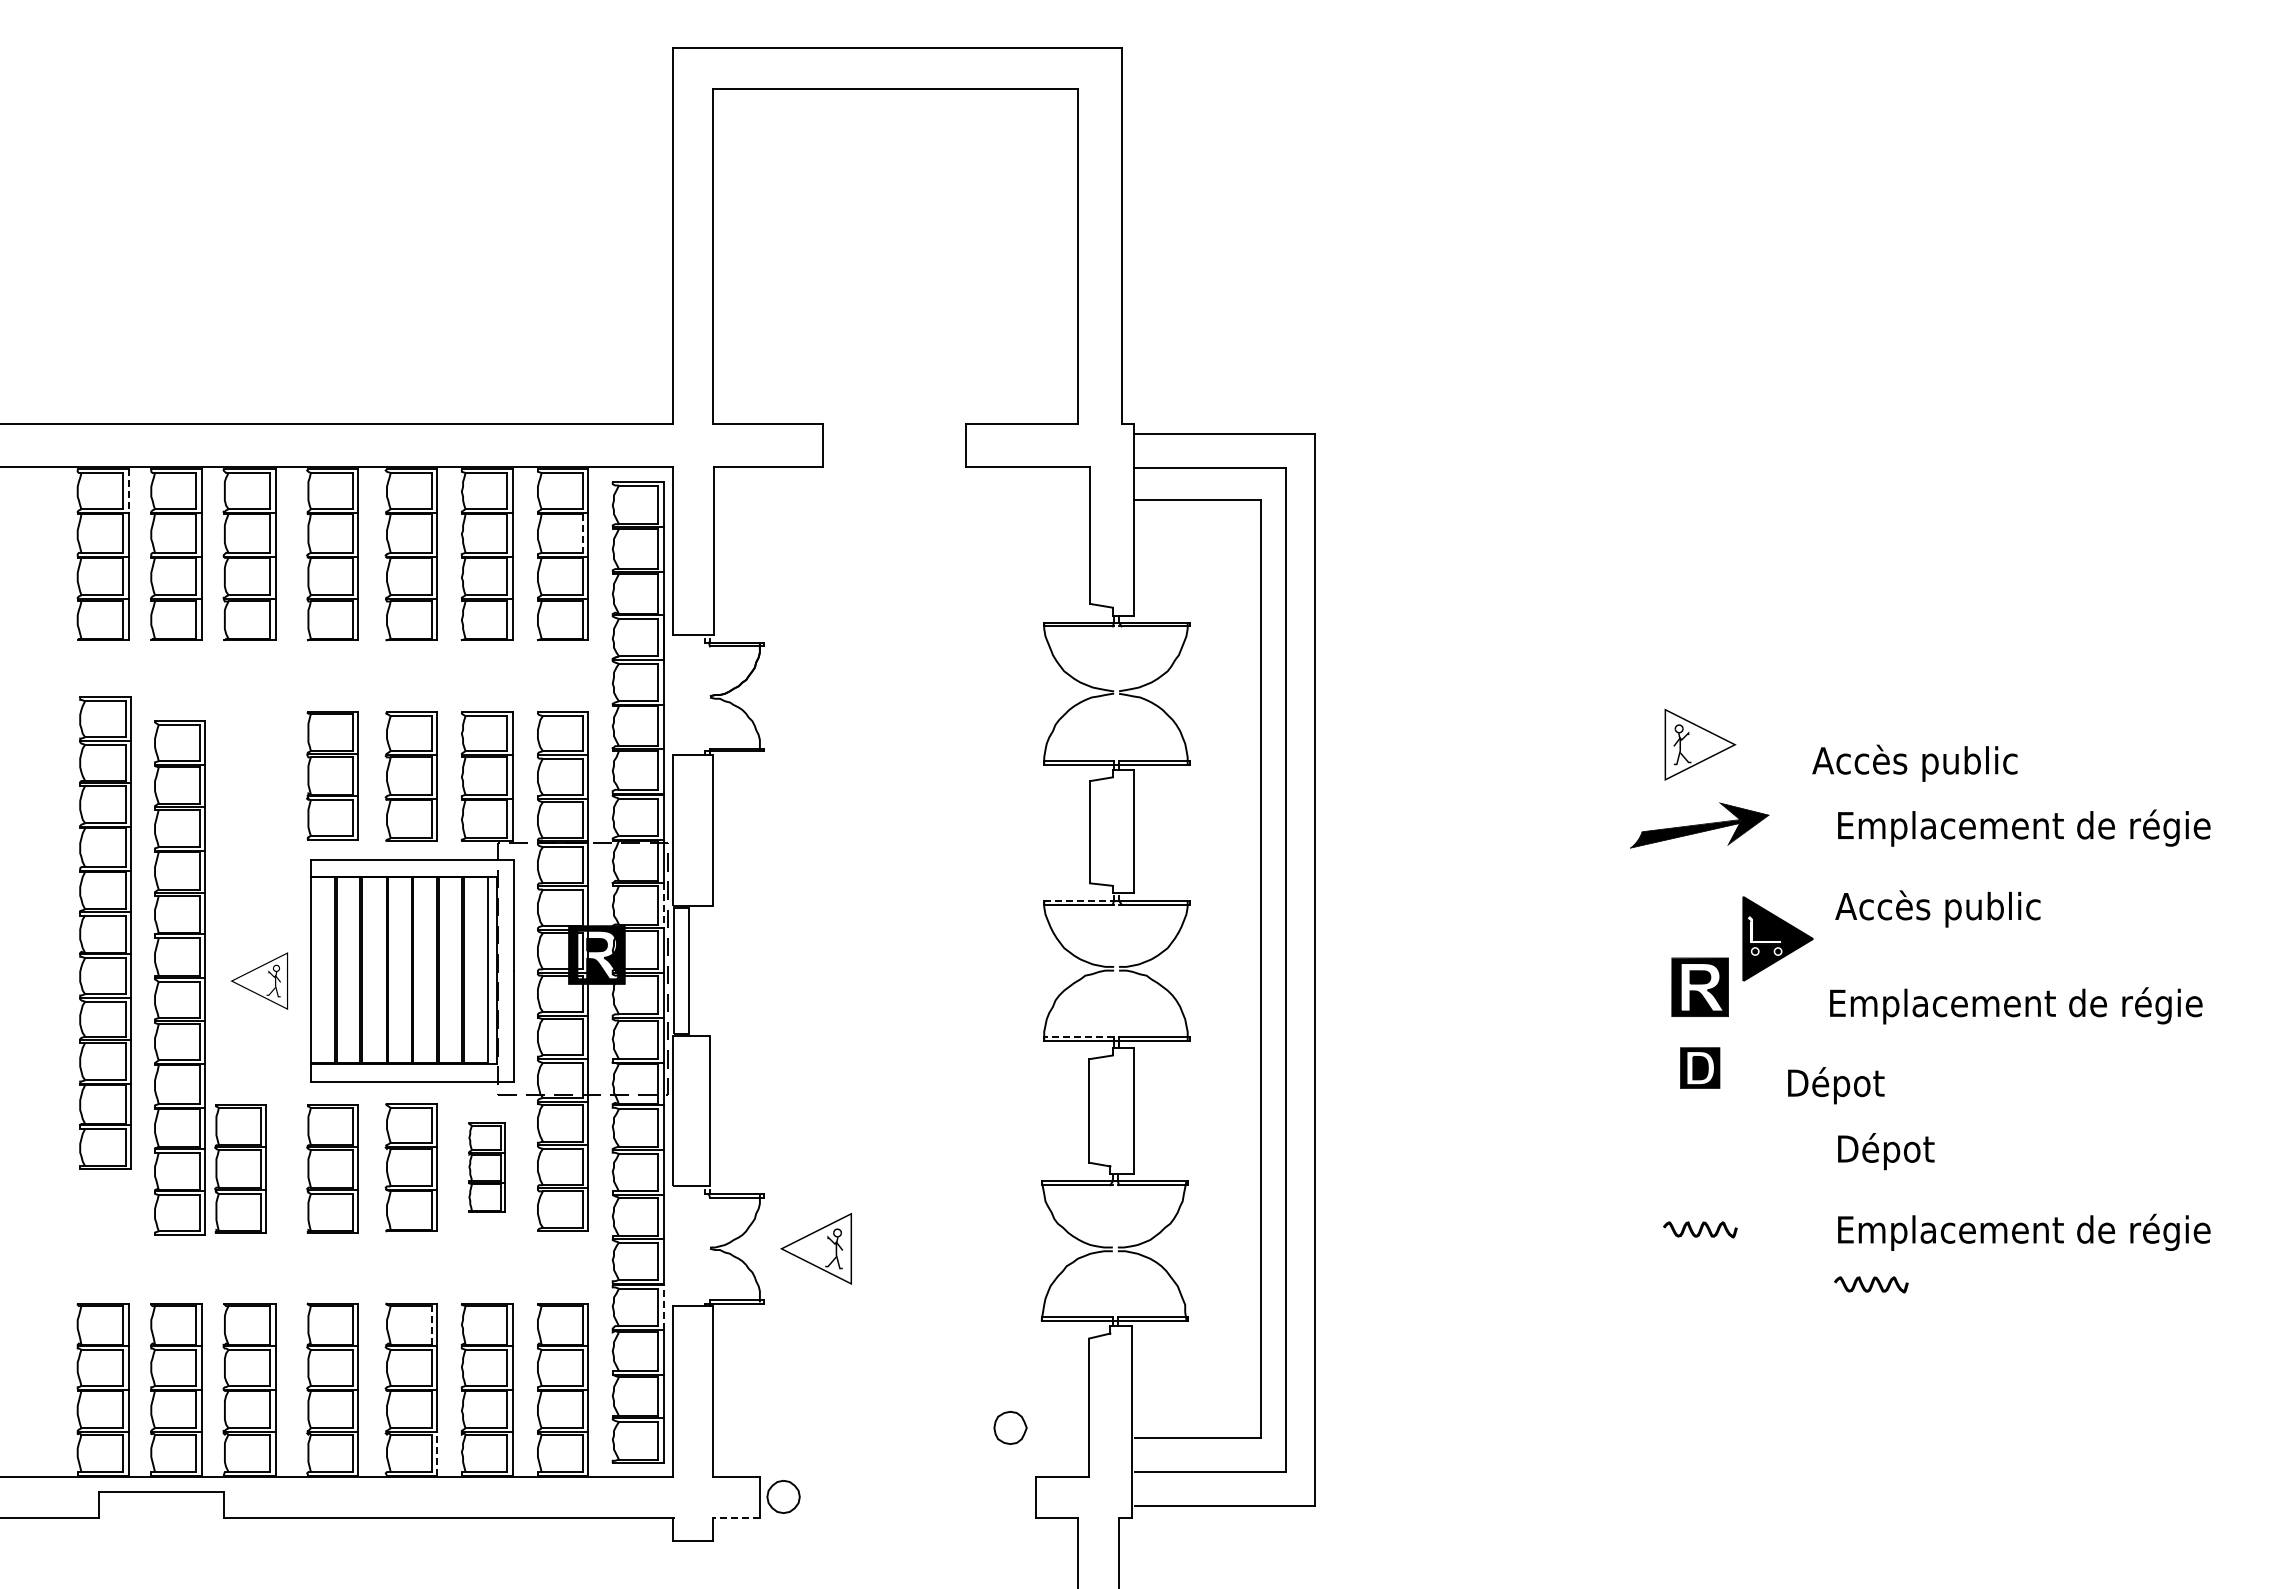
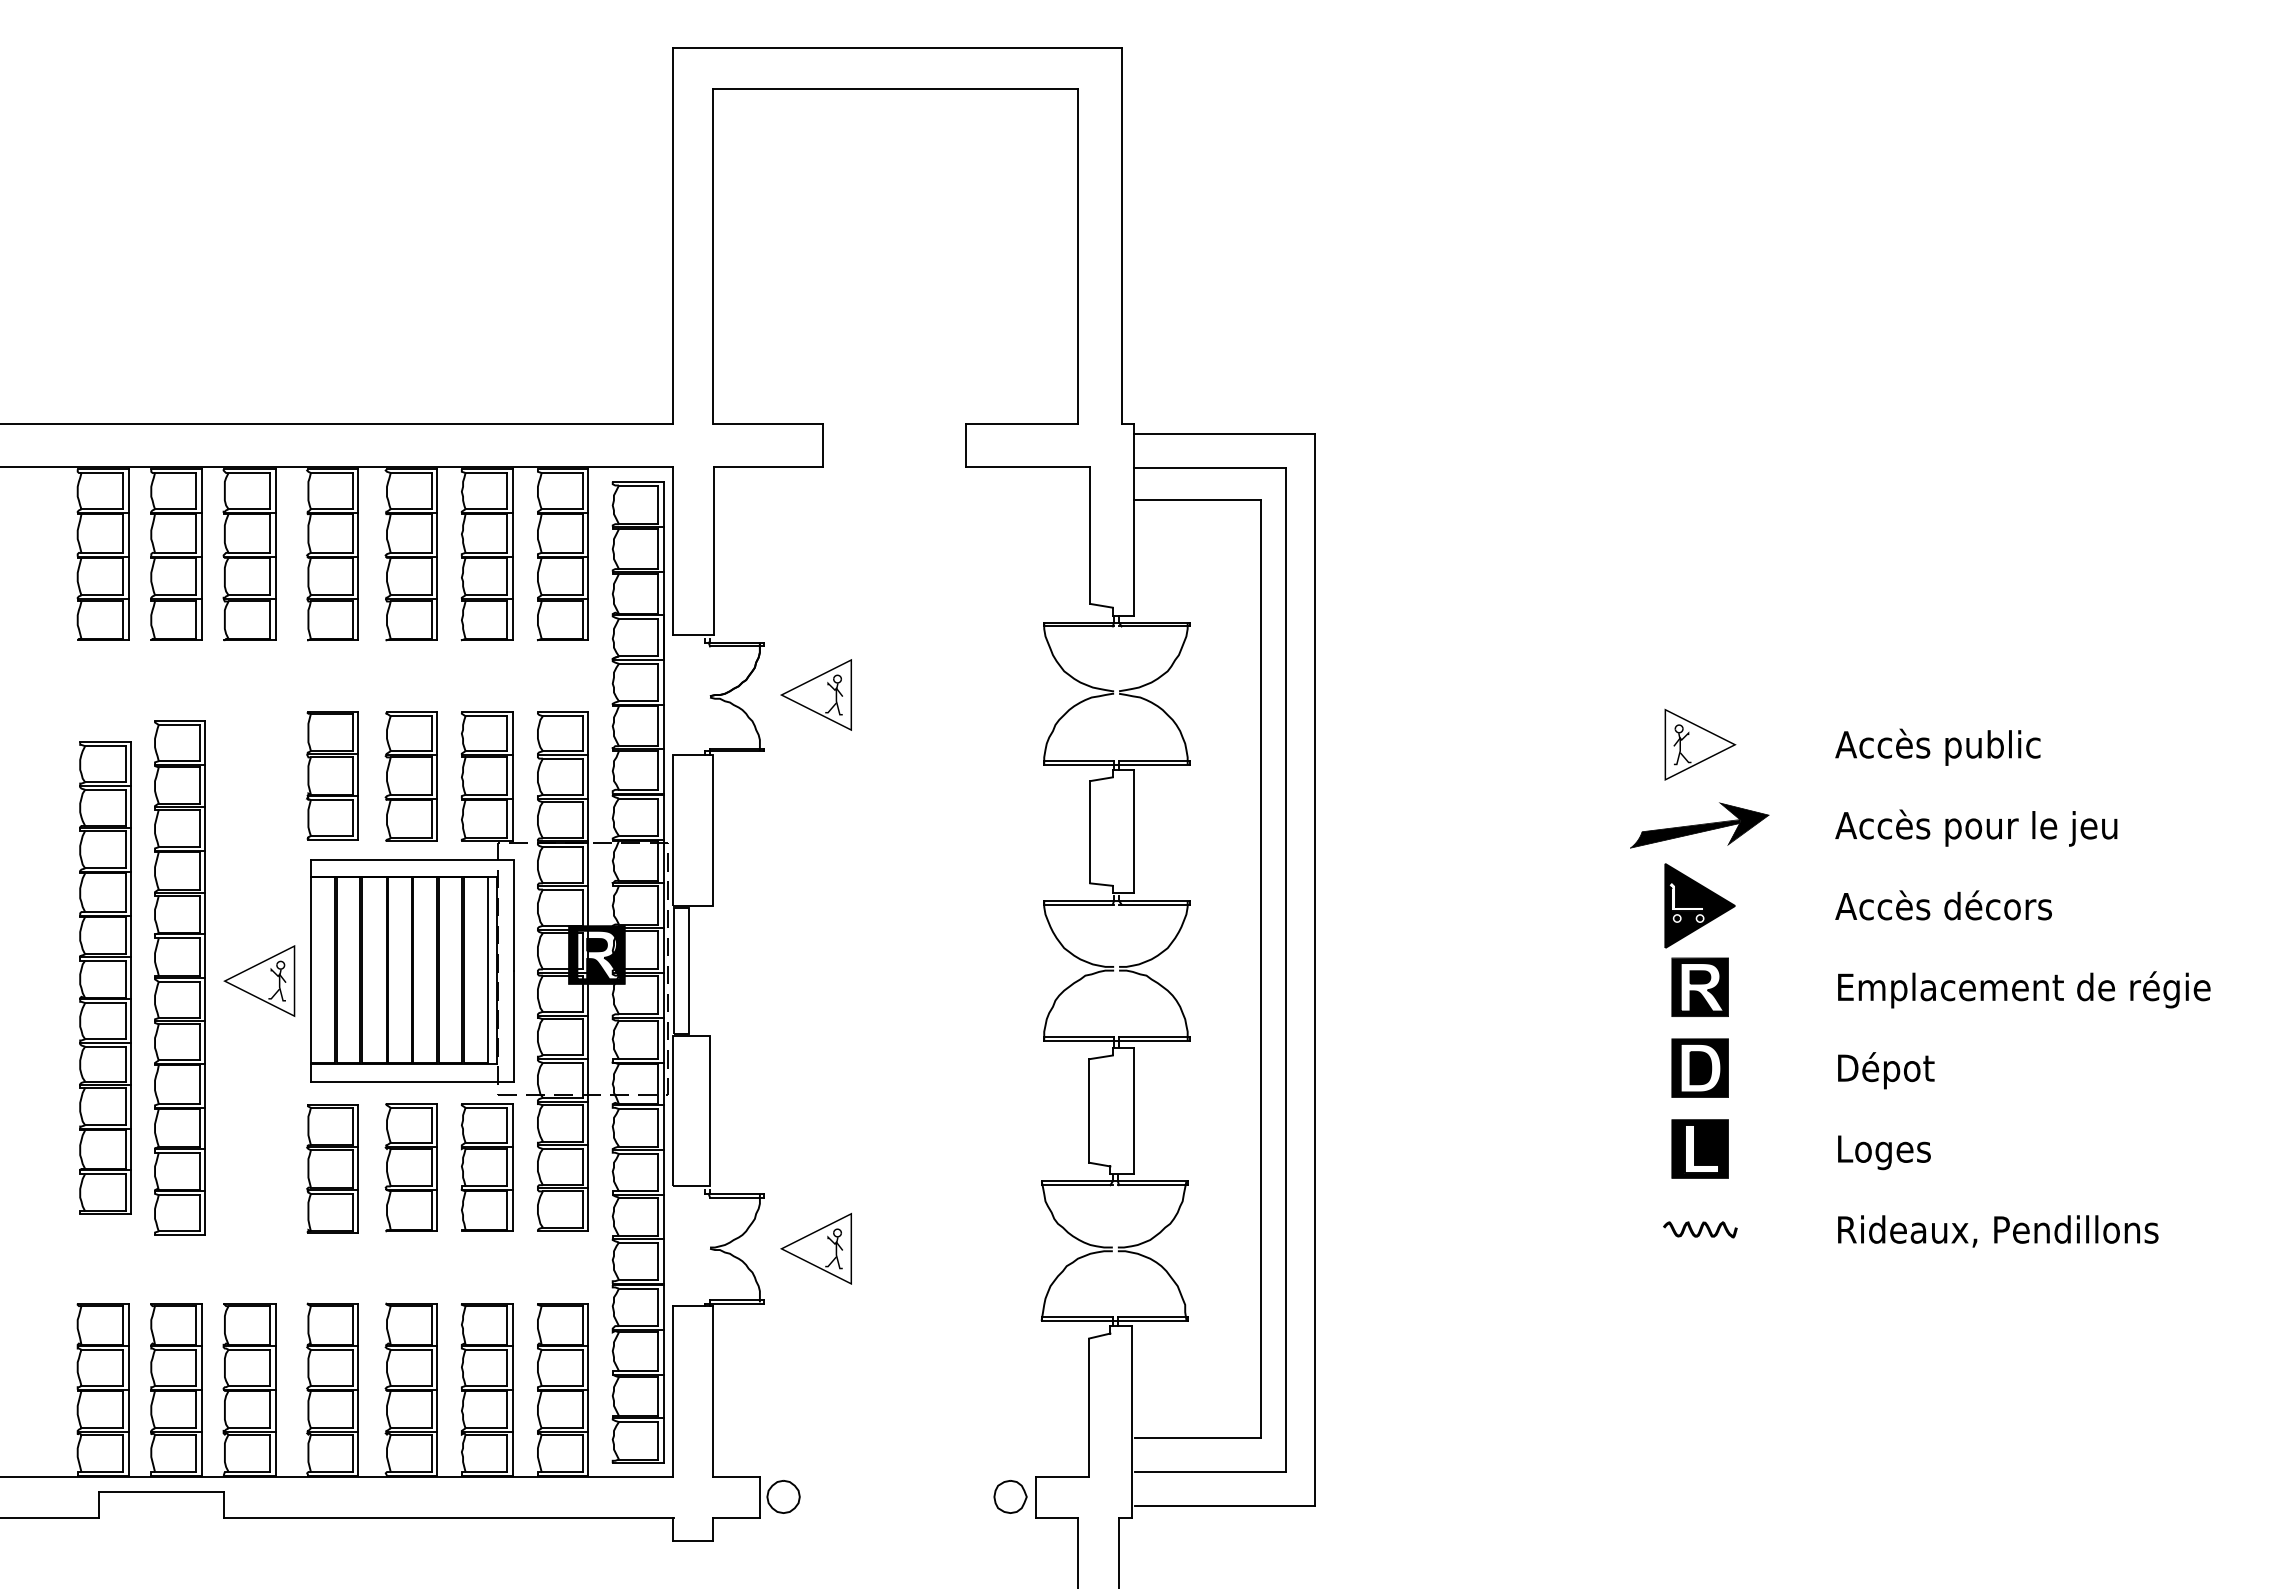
line at (128, 491): dashed -> solid
line at (582, 534): dashed -> solid
part at (815, 694): none -> present
text at (1914, 762) position: (1914, 762) -> (1937, 746)
text at (2022, 827): Emplacement de régie -> Accès pour le jeu
line at (1079, 900): dashed -> solid
line at (663, 906): dashed -> solid
text at (1997, 908): Accès public -> Accès décors
part at (105, 932) position: (105, 932) -> (105, 977)
part at (1777, 938) position: (1777, 938) -> (1699, 905)
part at (259, 980) size: 59x58 px -> 73x72 px
text at (2016, 1005) position: (2016, 1005) -> (2024, 989)
line at (1079, 1036): dashed -> solid
part at (1700, 1067) size: 41x42 px -> 58x60 px
text at (1836, 1085) position: (1836, 1085) -> (1886, 1070)
part at (1699, 1148): none -> present
text at (1887, 1151): Dépot -> Loges
part at (486, 1167) size: 38x91 px -> 54x129 px
part at (240, 1168): present -> none
text at (2025, 1231): Emplacement de régie -> Rideaux, Pendillons
curve at (1871, 1284): present -> none
line at (663, 1306): dashed -> solid
line at (431, 1324): dashed -> solid
part at (1010, 1427) position: (1010, 1427) -> (1010, 1496)
line at (436, 1453): dashed -> solid
line at (736, 1518): dashed -> solid
